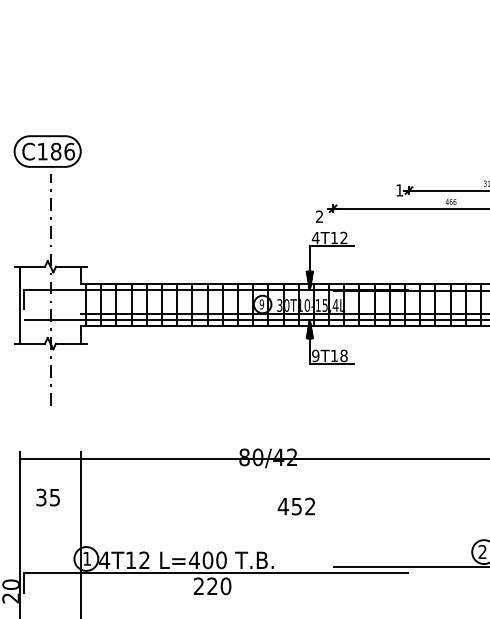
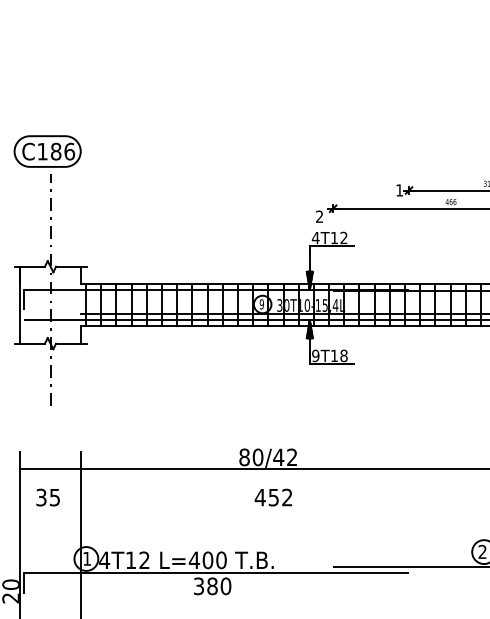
line at (253, 459) position: (253, 459) -> (253, 469)
text at (295, 506) position: (295, 506) -> (272, 497)
text at (205, 586): 220 -> 380
